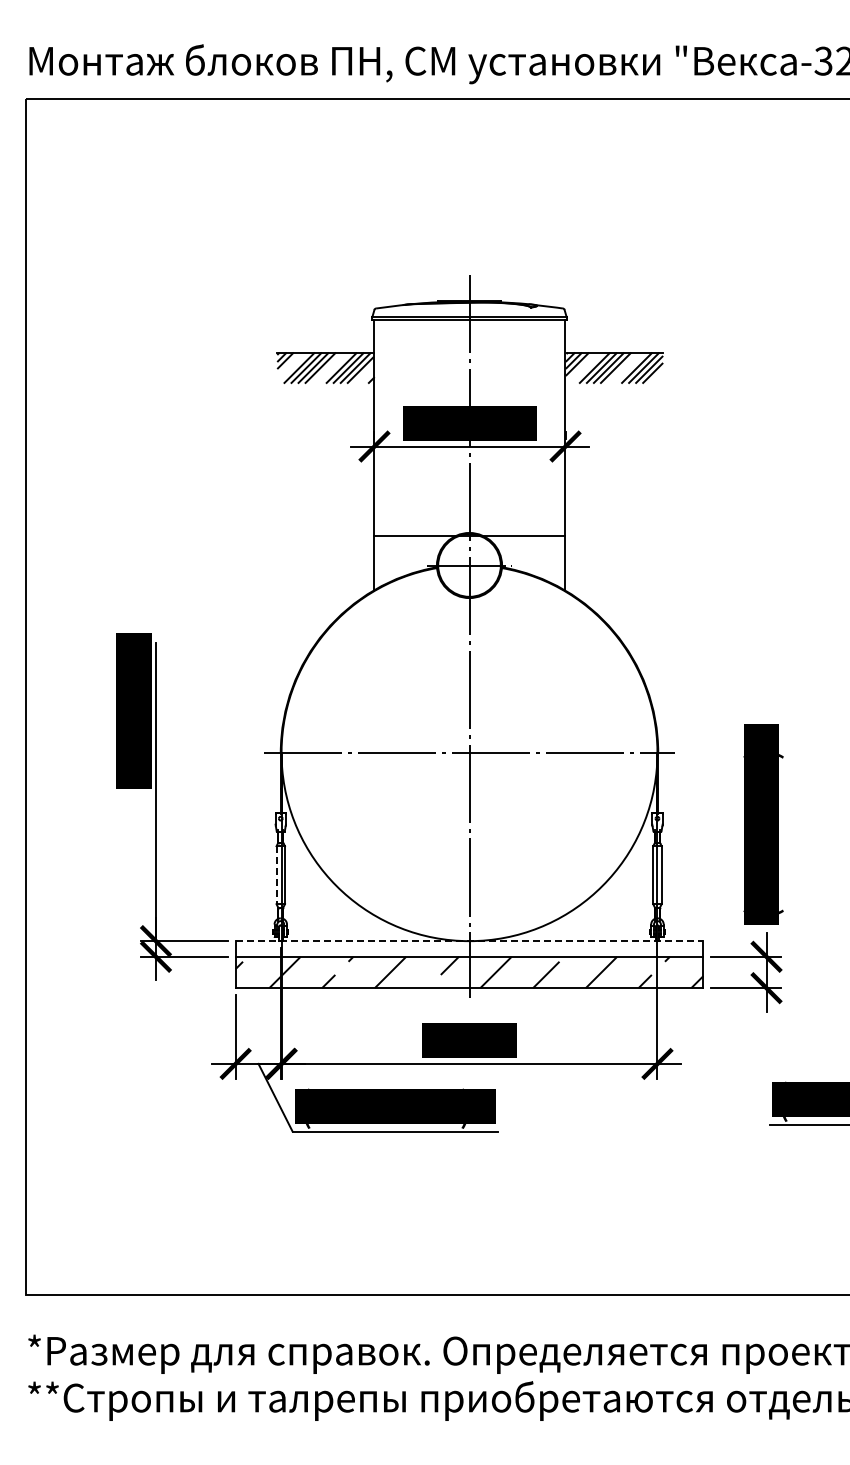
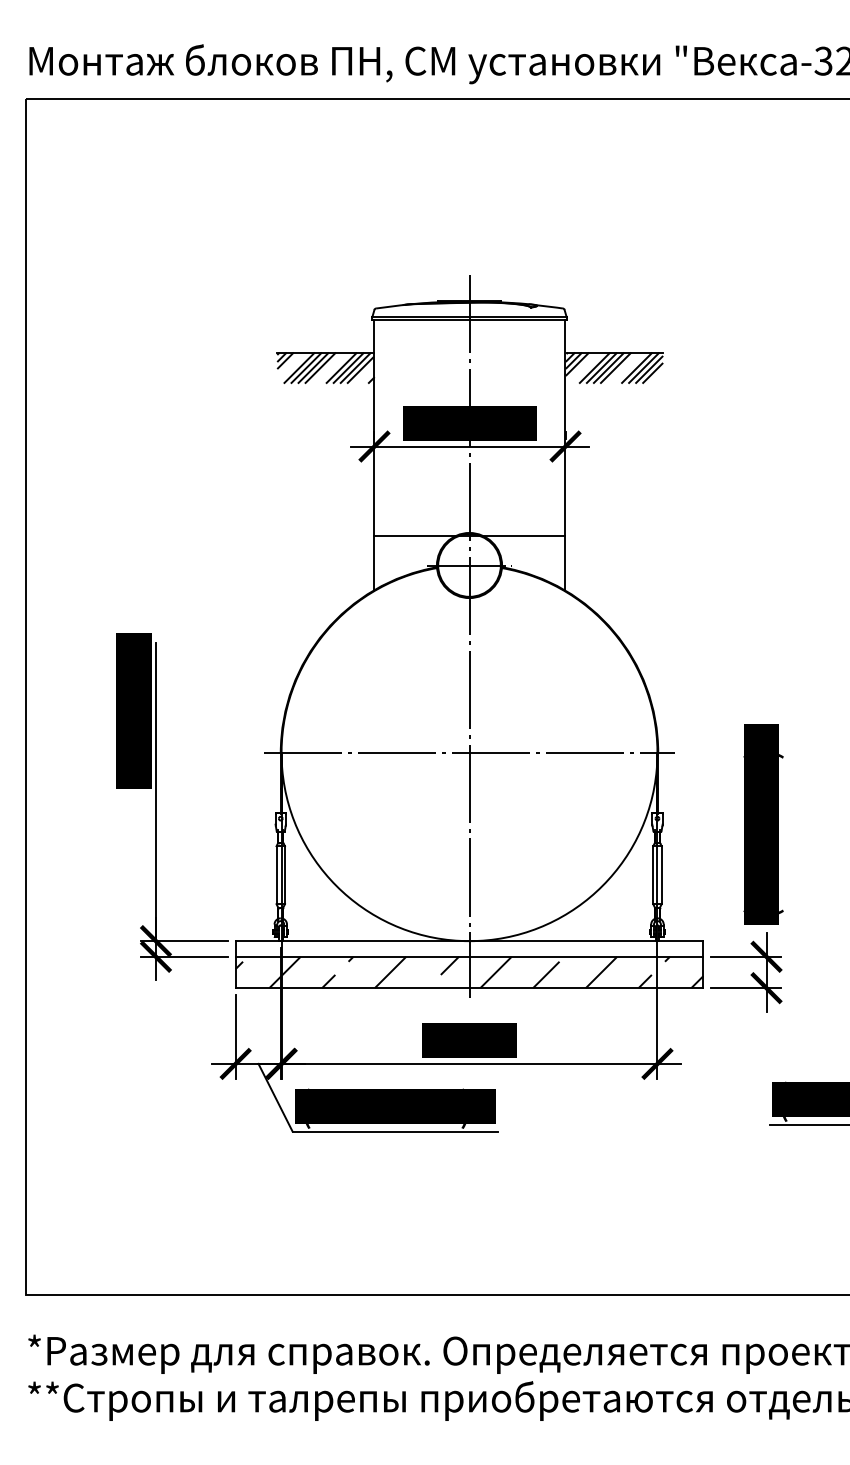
line at (276, 875): dashed -> solid
line at (469, 941): dashed -> solid
